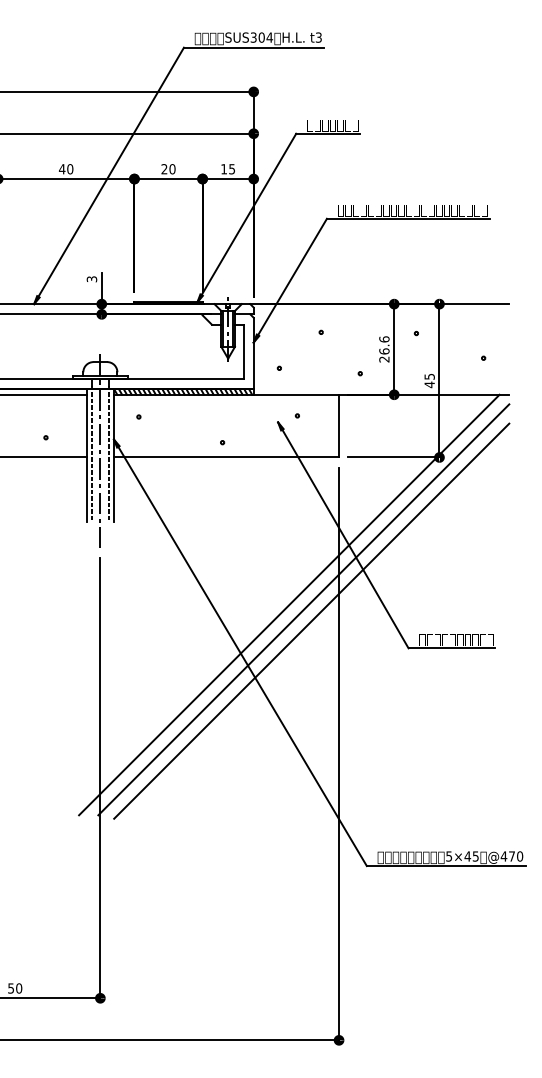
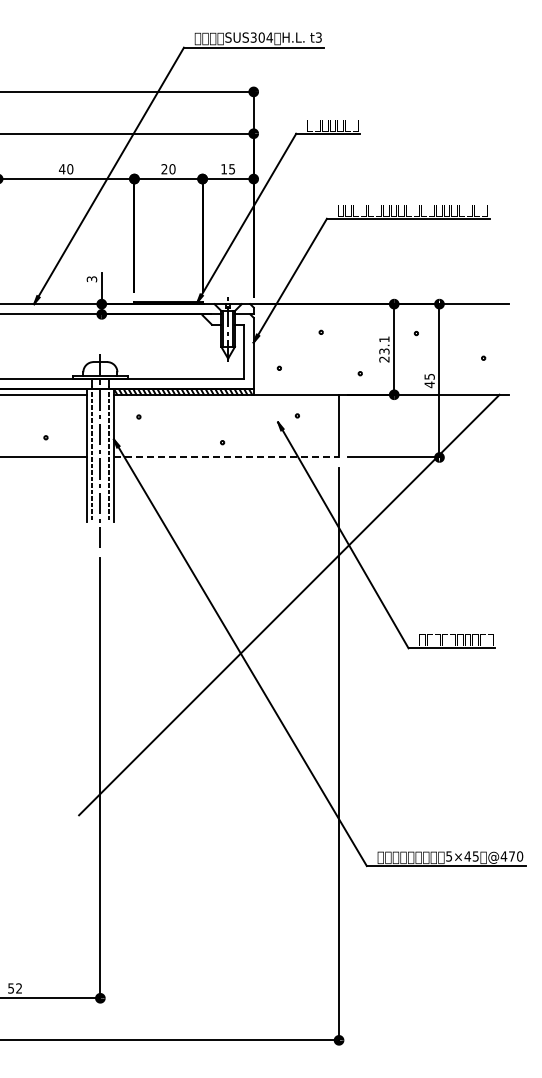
text at (384, 345): 26.6 -> 23.1
line at (226, 457): solid -> dashed
line at (303, 609): present -> none
line at (311, 620): present -> none
text at (19, 988): 50 -> 52
